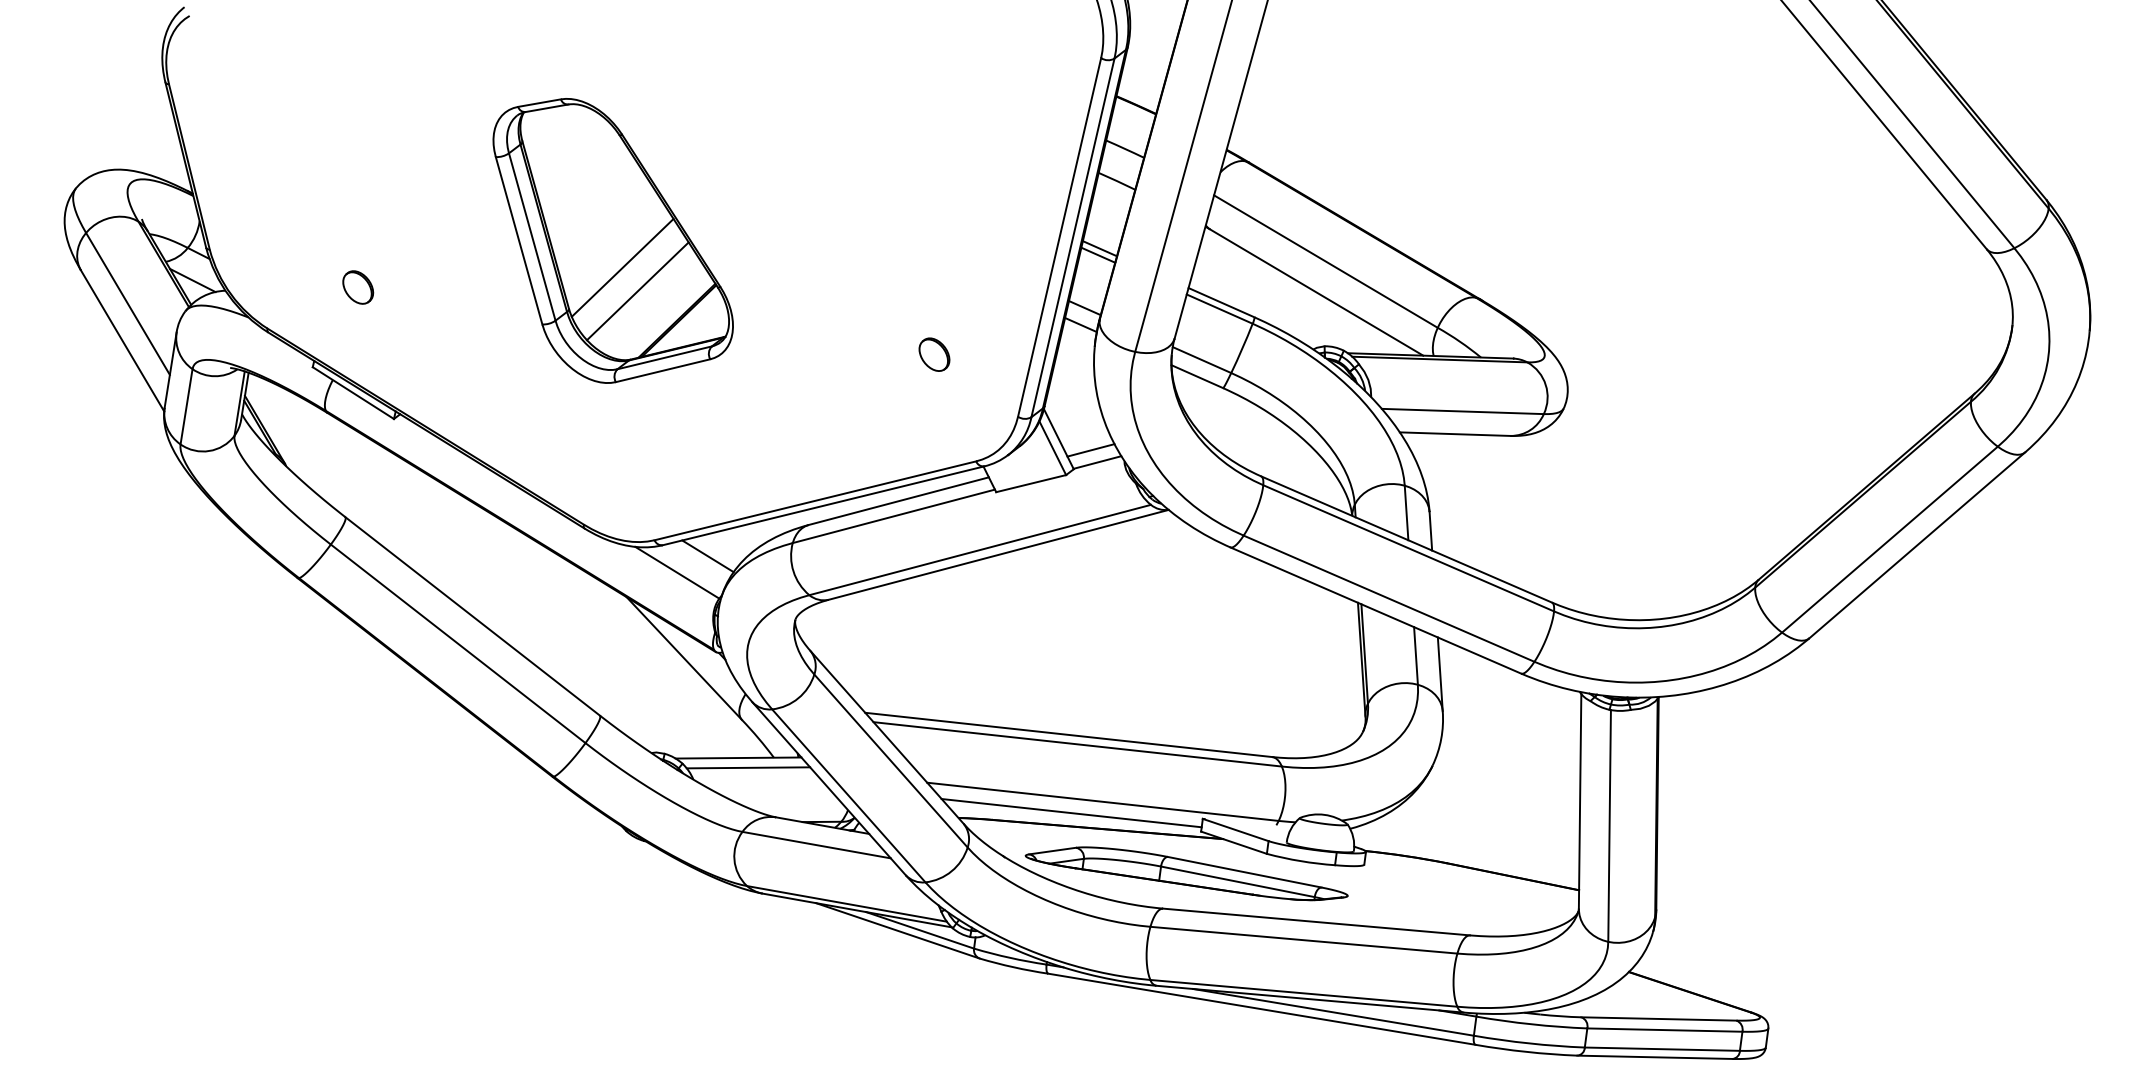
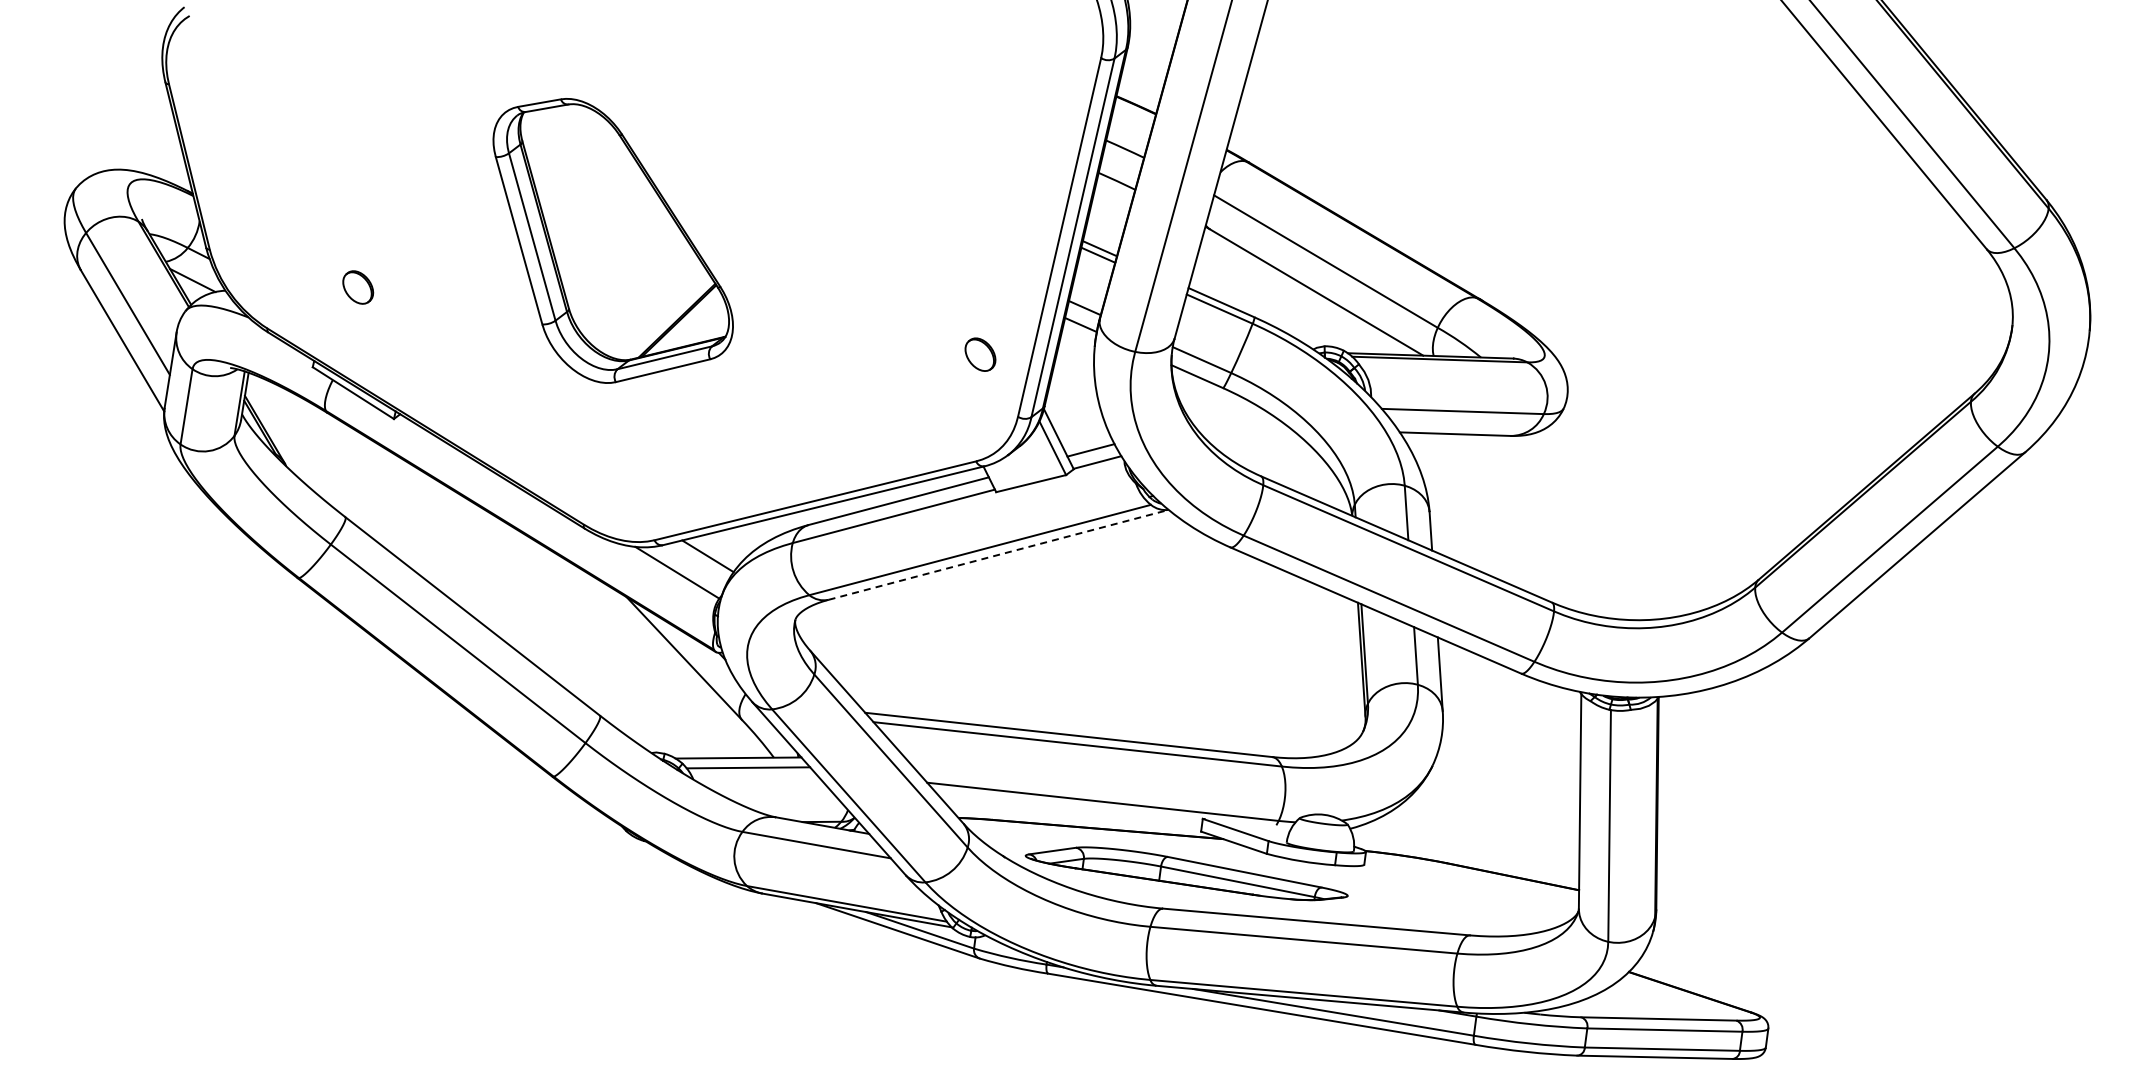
line at (622, 267): present -> none
line at (637, 291): present -> none
part at (934, 354) position: (934, 354) -> (980, 354)
line at (998, 554): solid -> dashed
line at (1071, 813): present -> none
